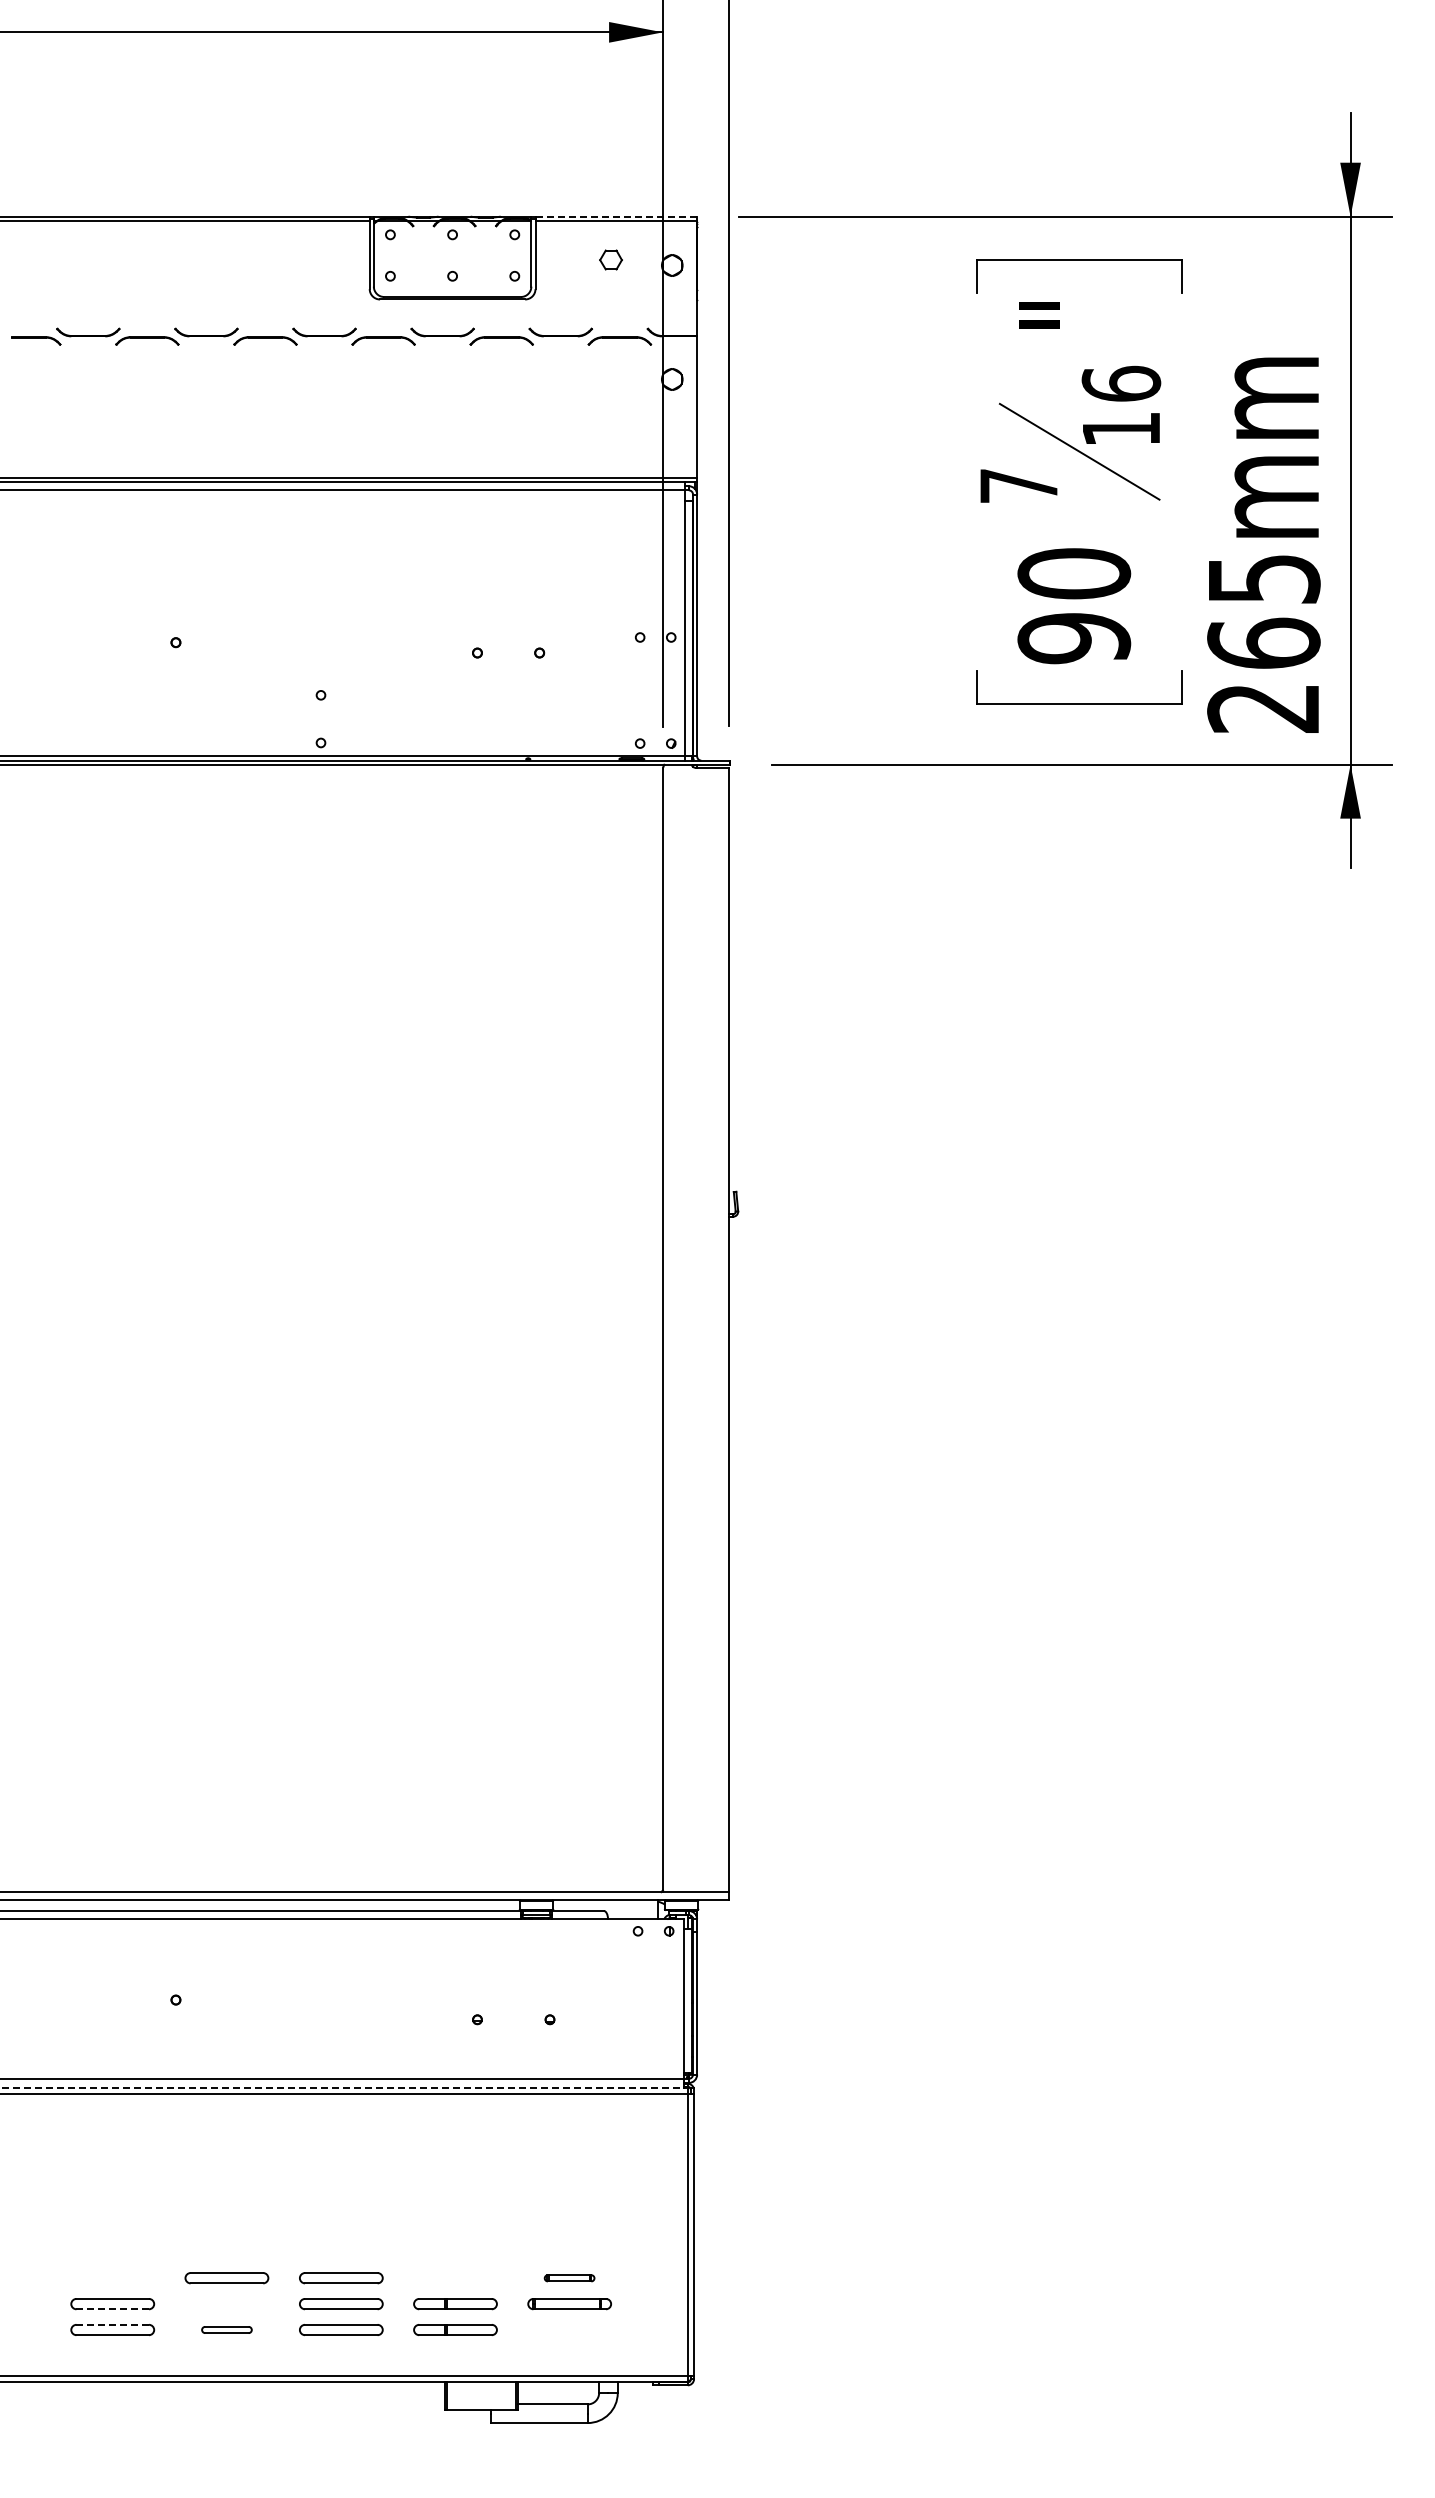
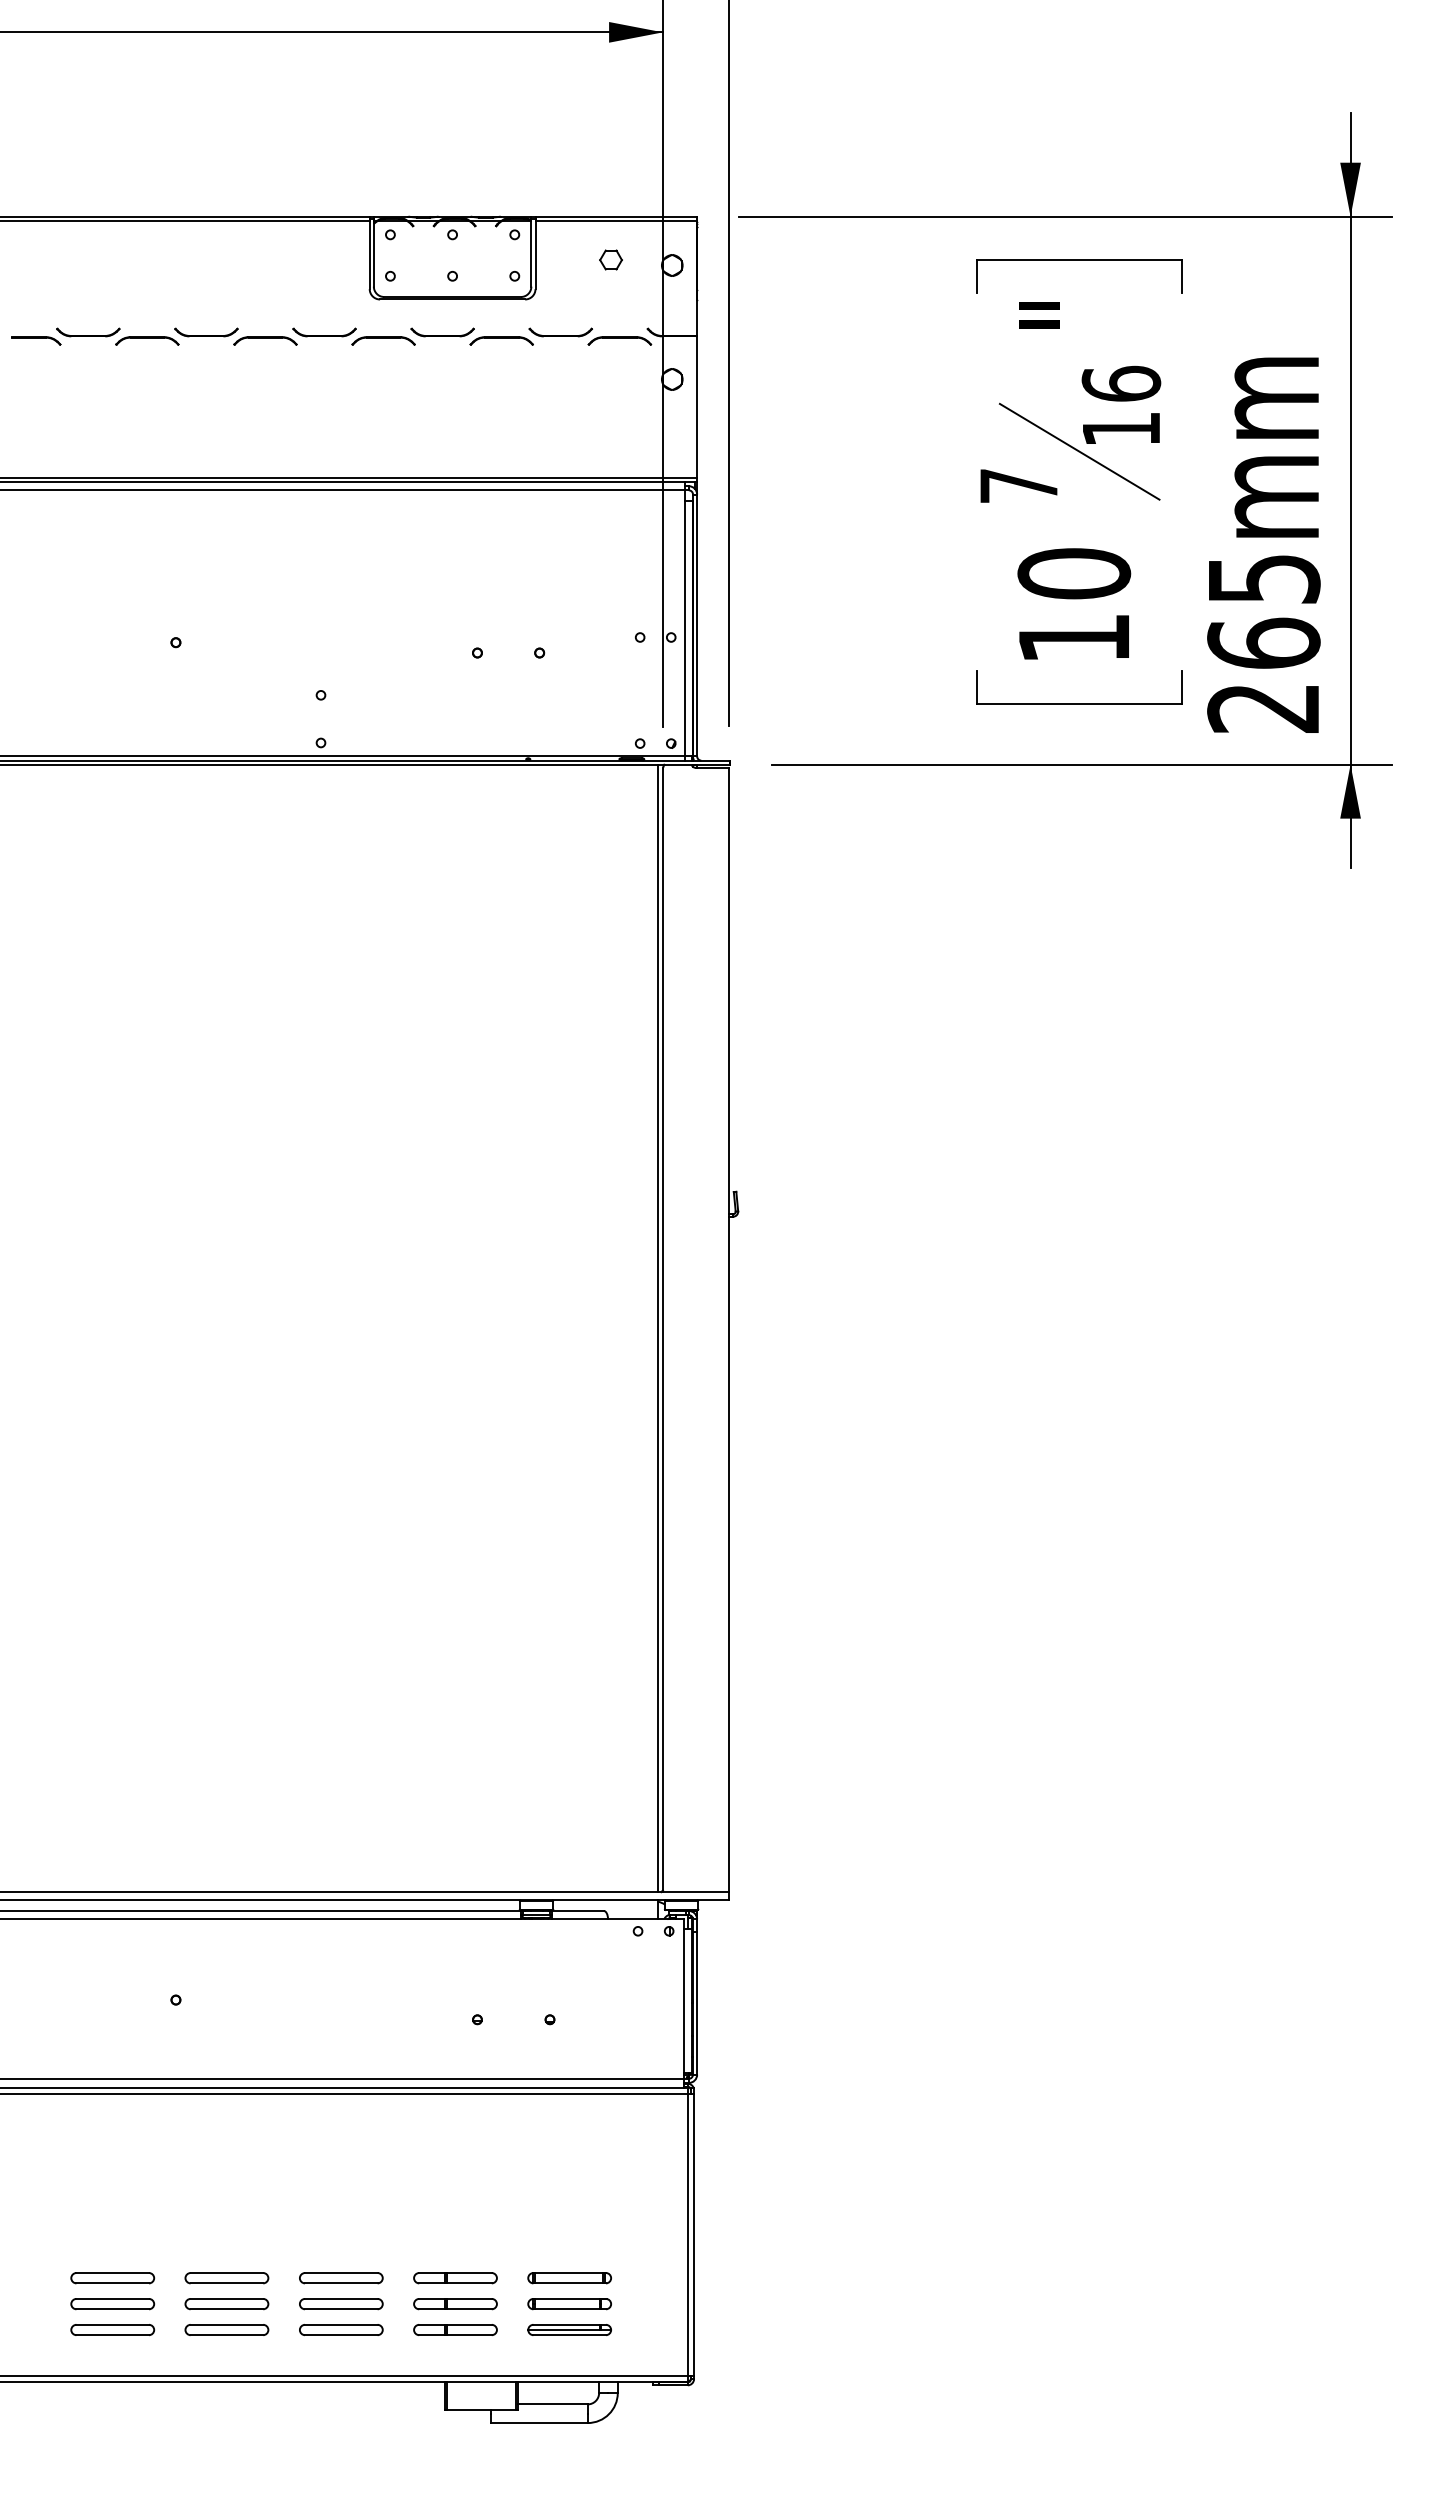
line at (616, 216): dashed -> solid
text at (1074, 638): 90 -> 10
line at (657, 1328): none -> present
line at (342, 2087): dashed -> solid
part at (112, 2278): none -> present
part at (455, 2278): none -> present
part at (569, 2278) size: 53x9 px -> 85x13 px
part at (226, 2304): none -> present
line at (113, 2309): dashed -> solid
line at (112, 2324): dashed -> solid
part at (226, 2329) size: 52x8 px -> 86x12 px
part at (569, 2329): none -> present
